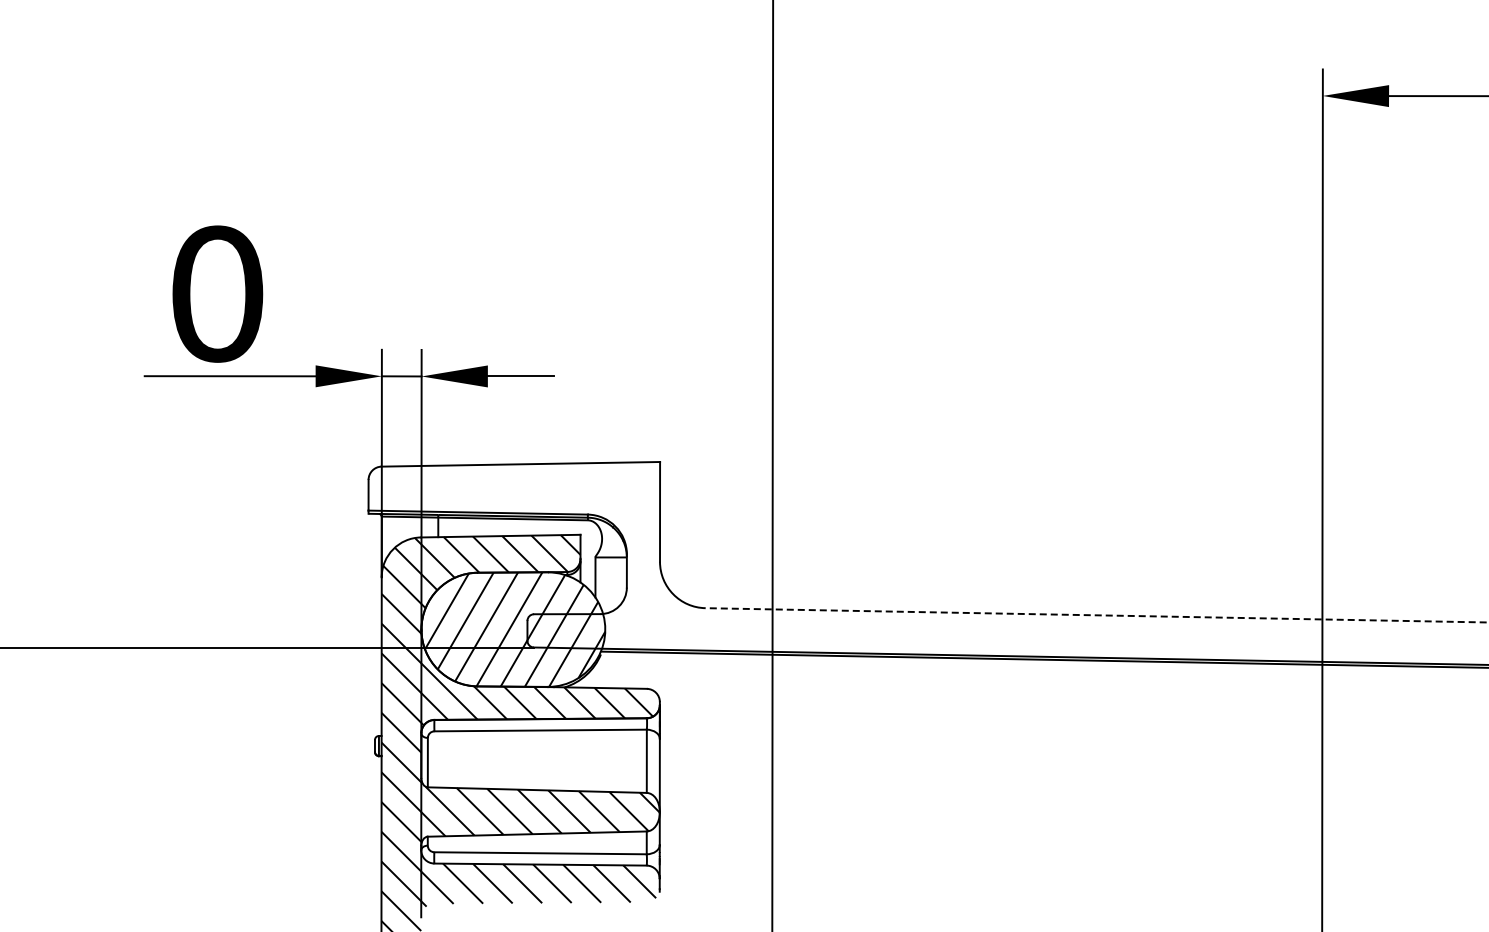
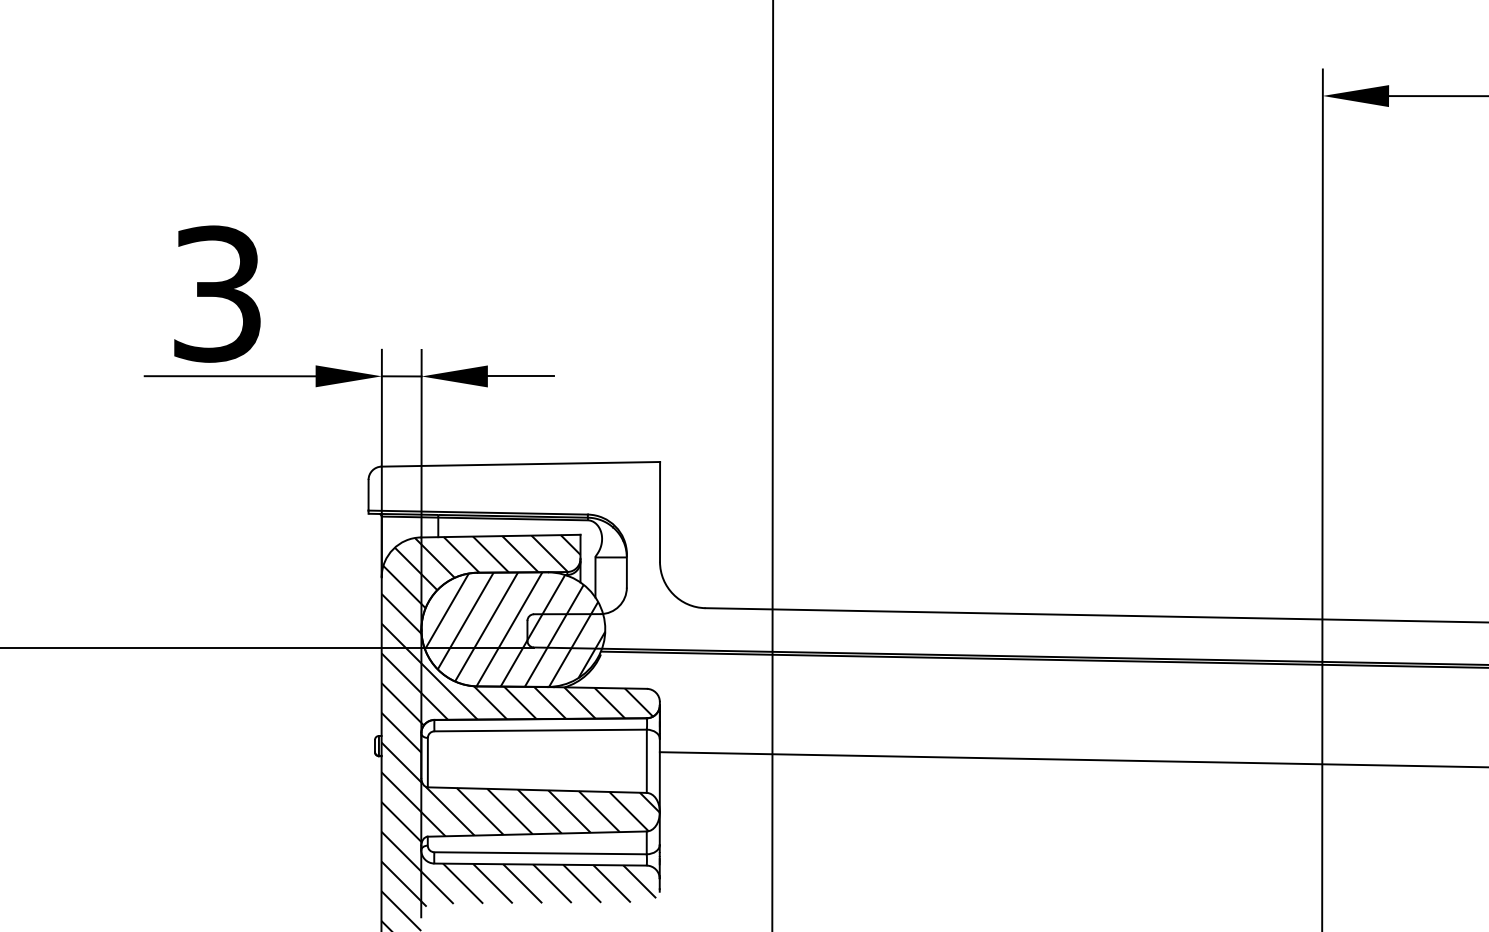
text at (217, 293): 0 -> 3
line at (1096, 615): dashed -> solid
line at (1072, 759): none -> present
